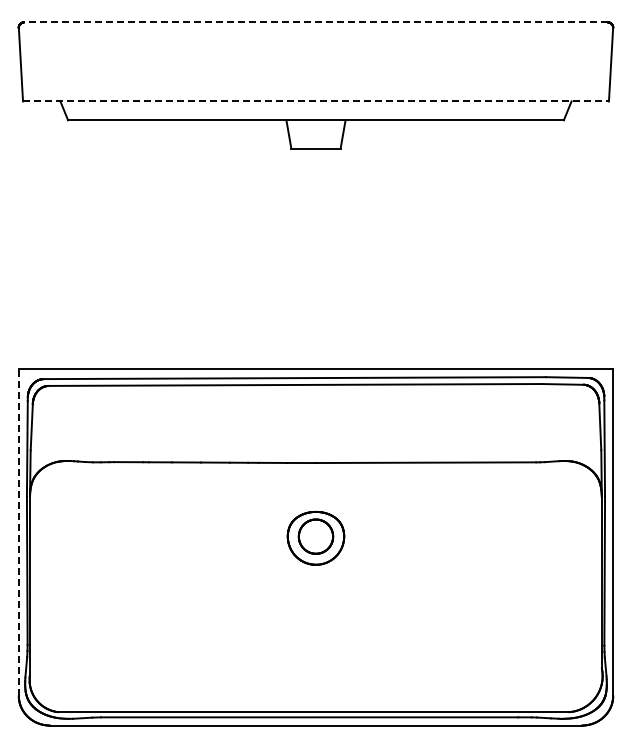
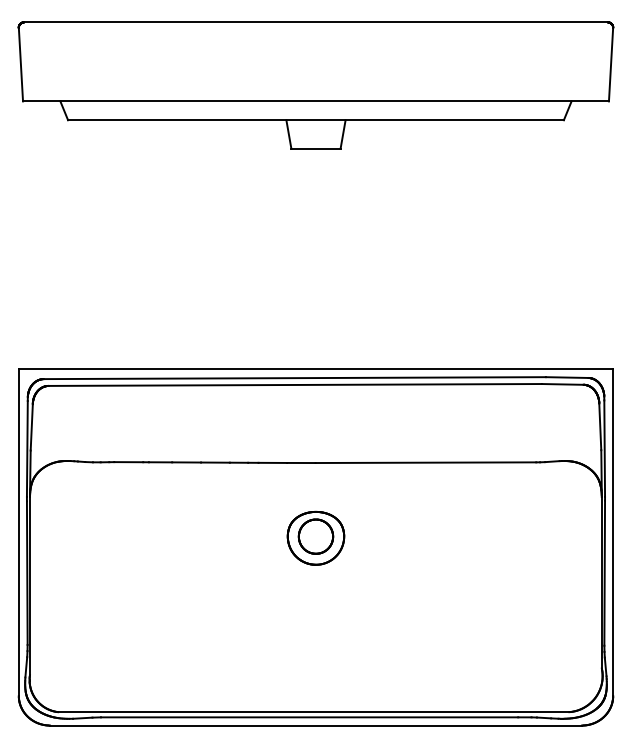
line at (316, 22): dashed -> solid
line at (316, 101): dashed -> solid
line at (18, 532): dashed -> solid
